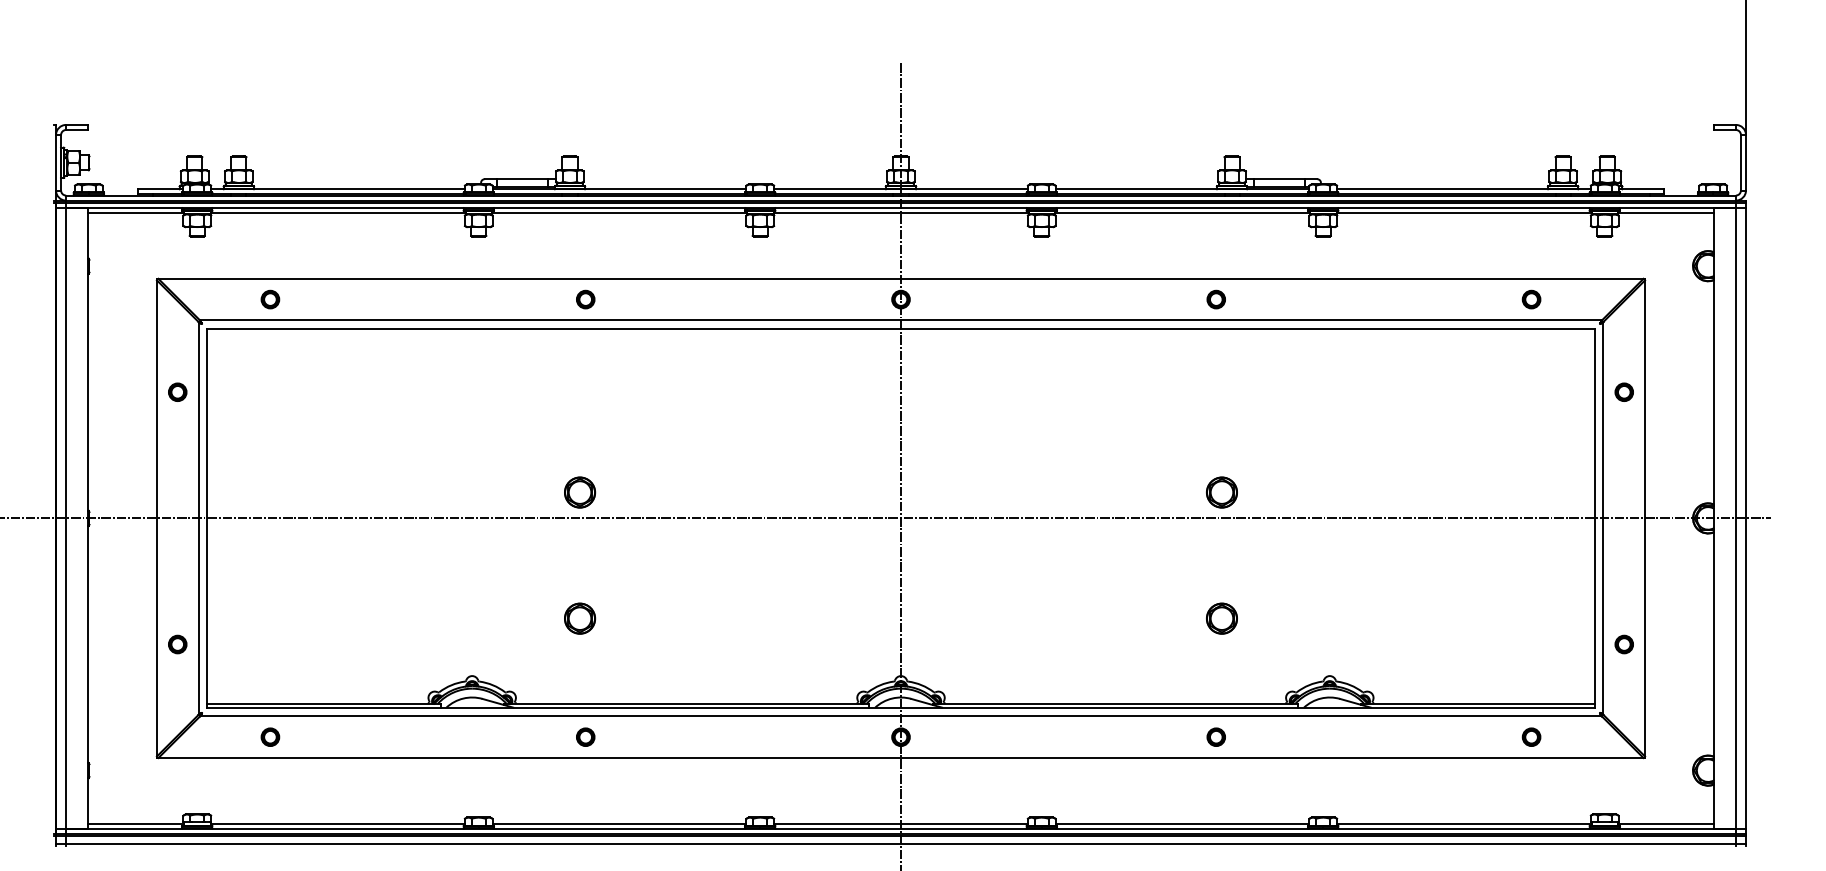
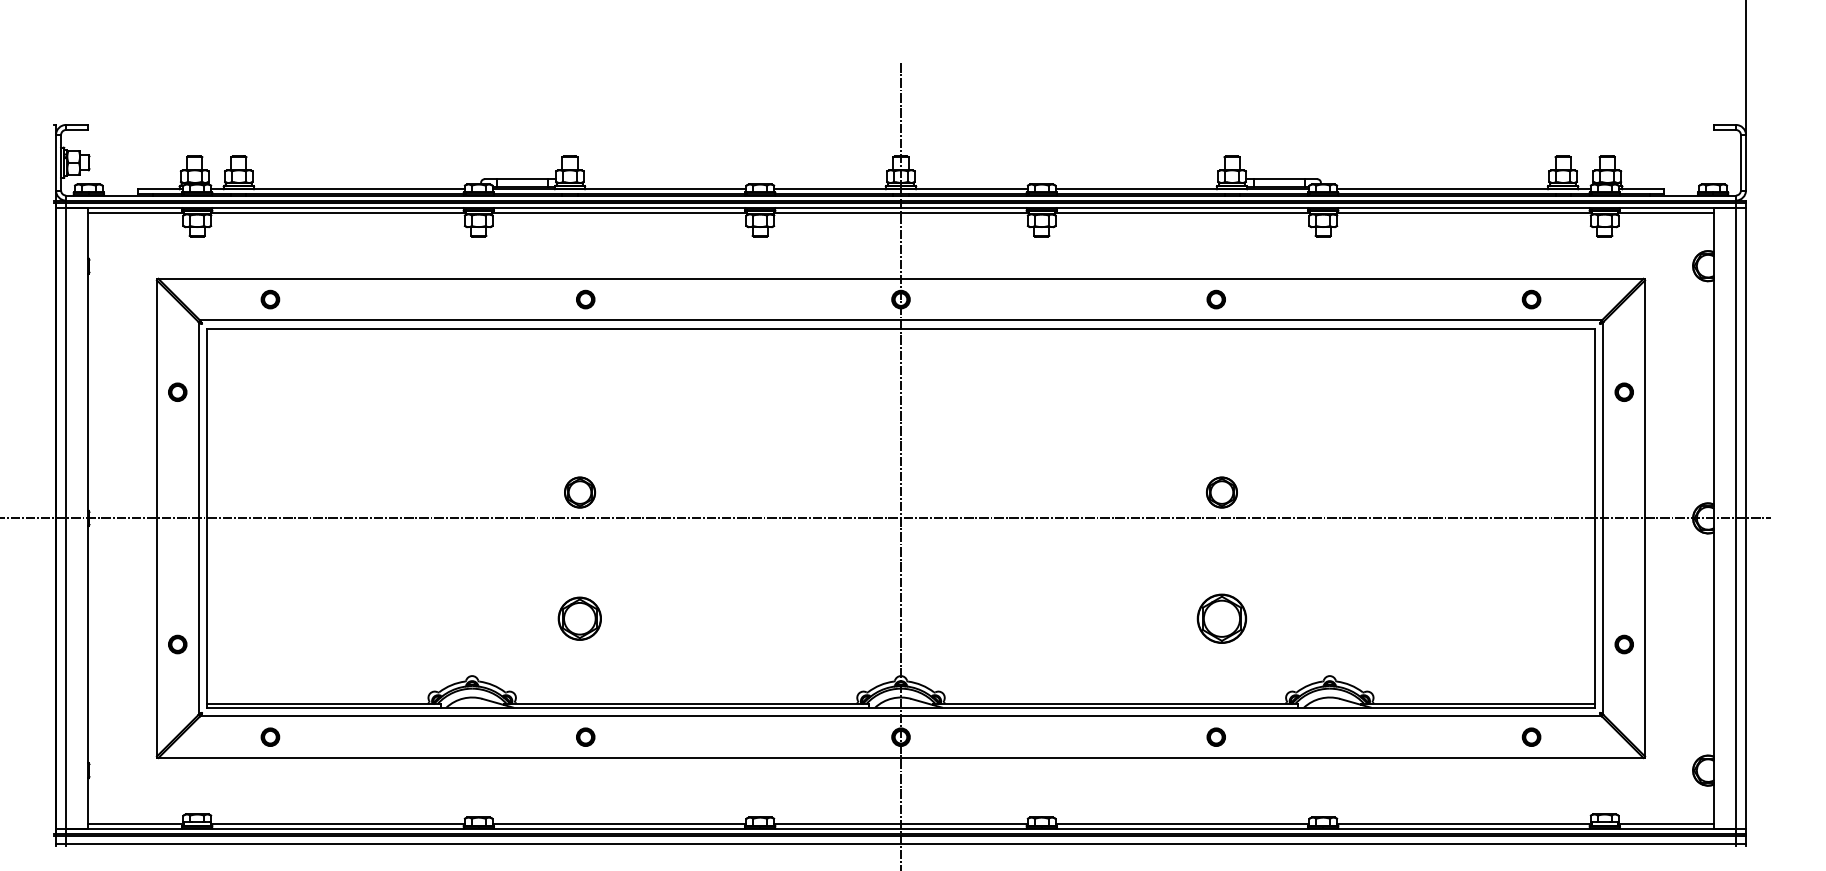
part at (580, 618) size: 33x33 px -> 45x45 px
part at (1221, 618) size: 32x33 px -> 52x51 px
